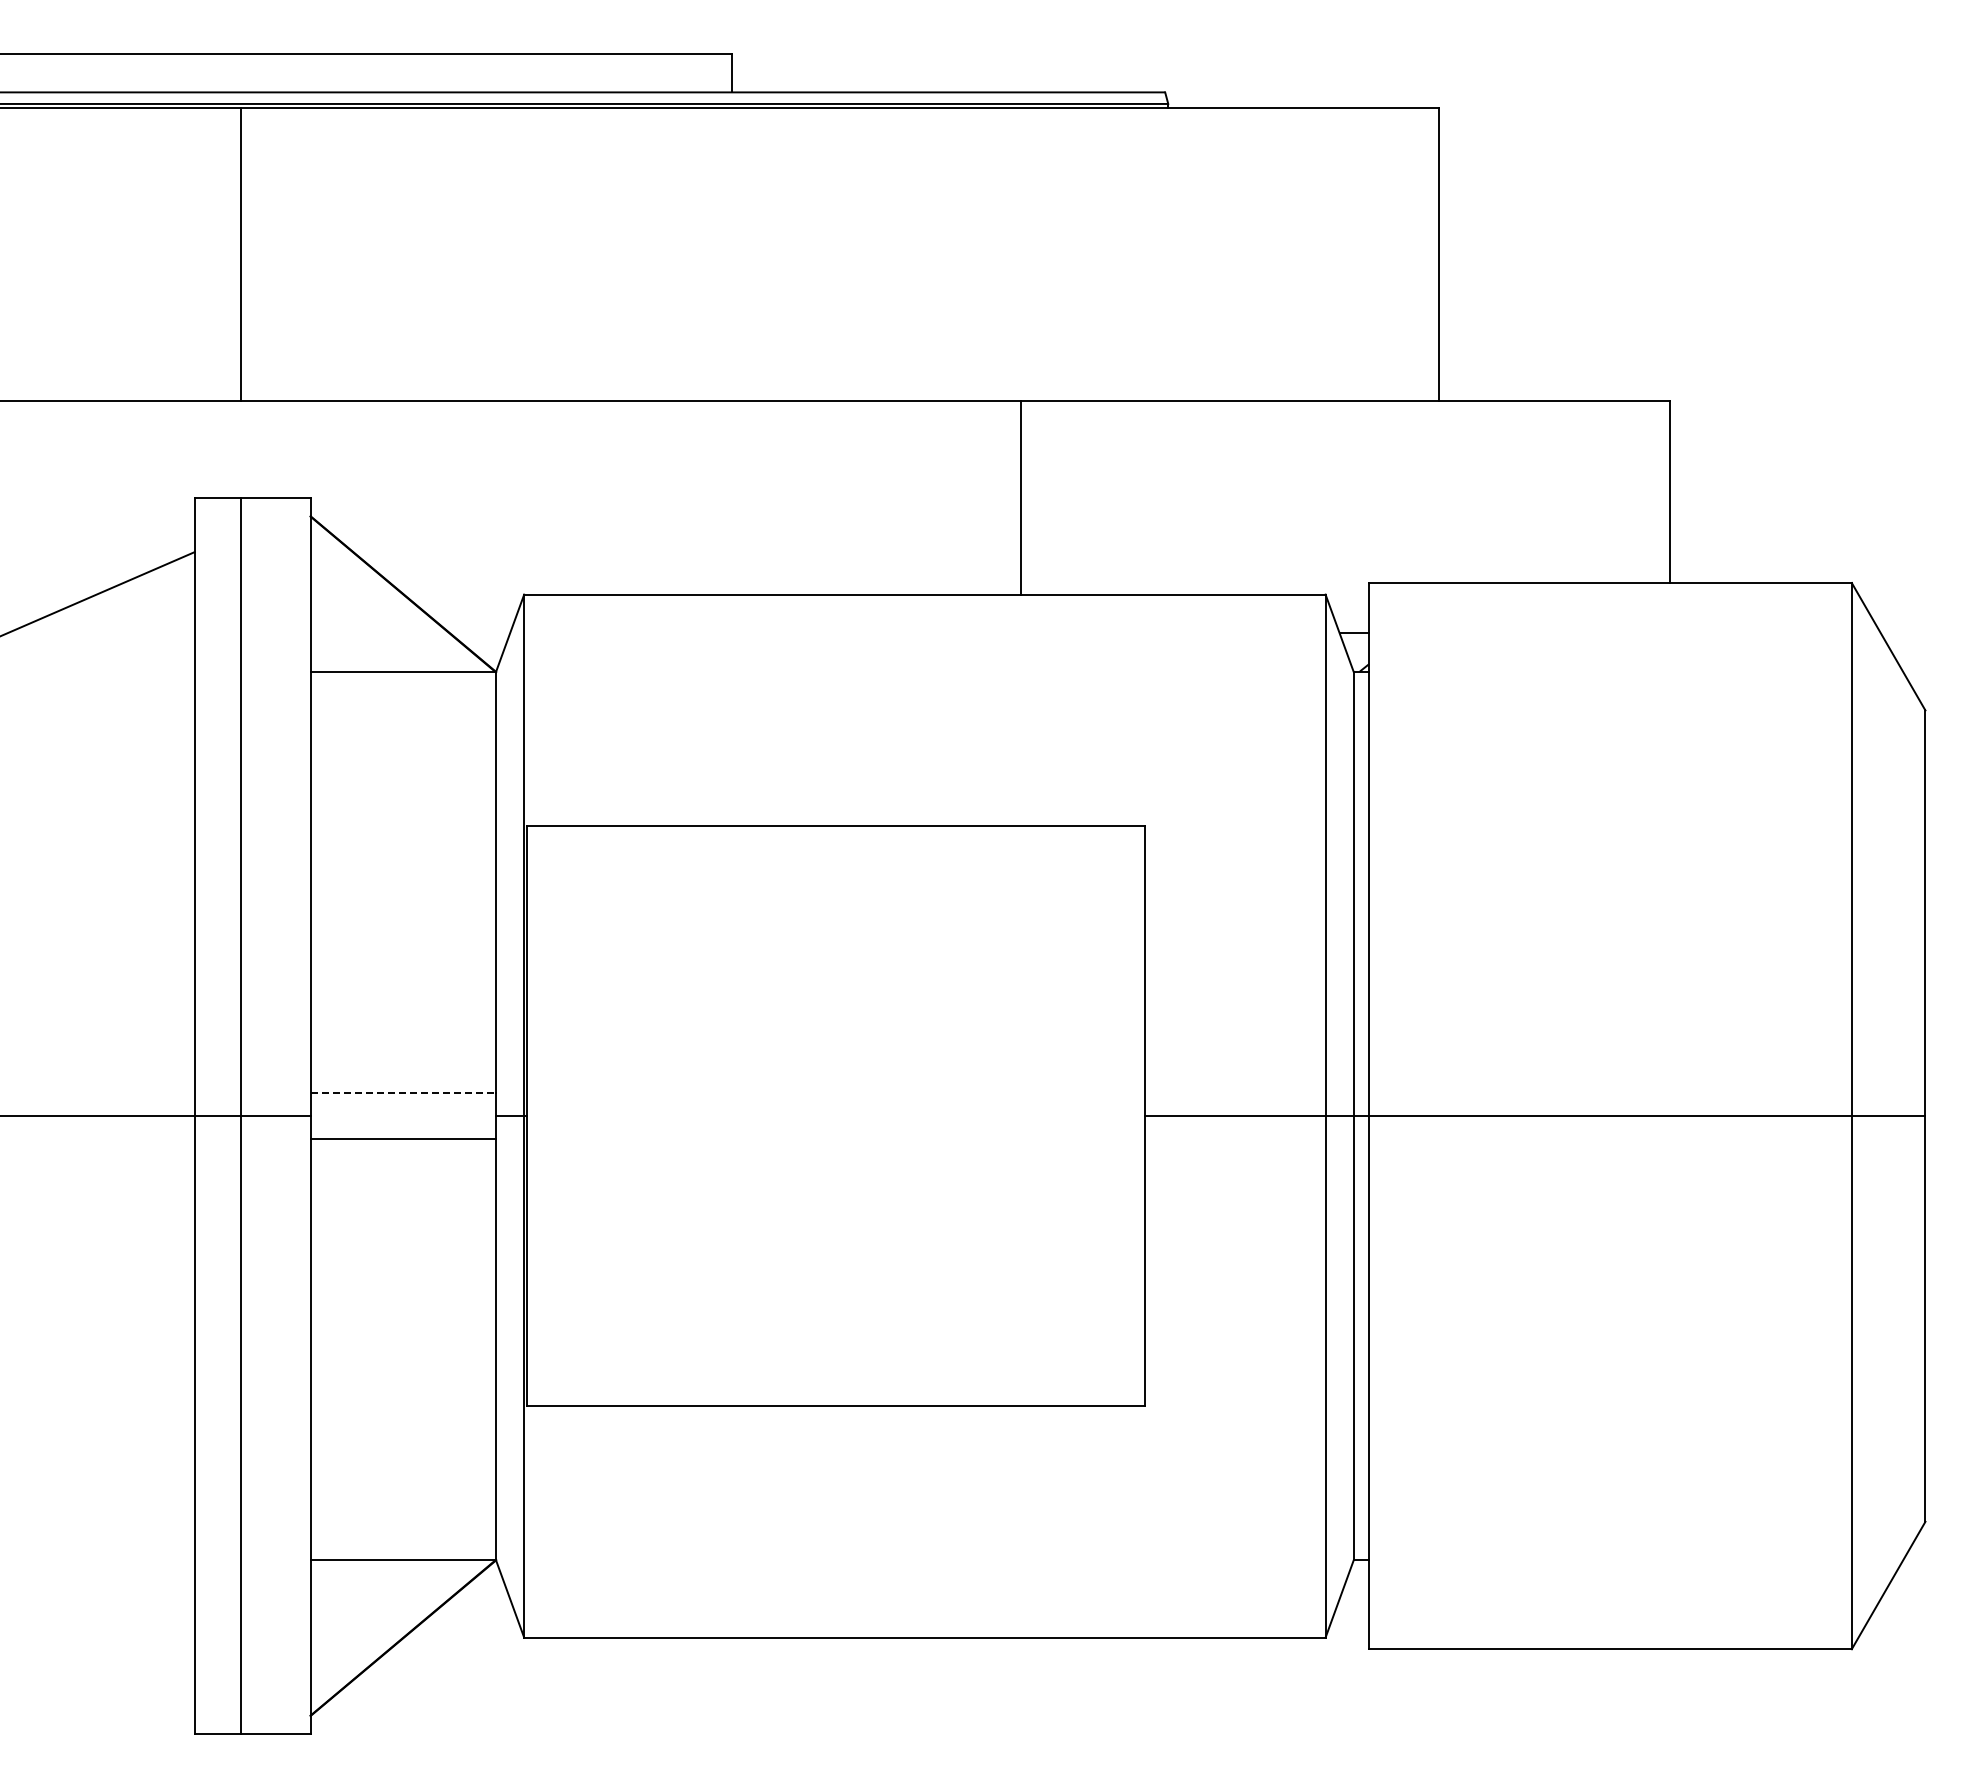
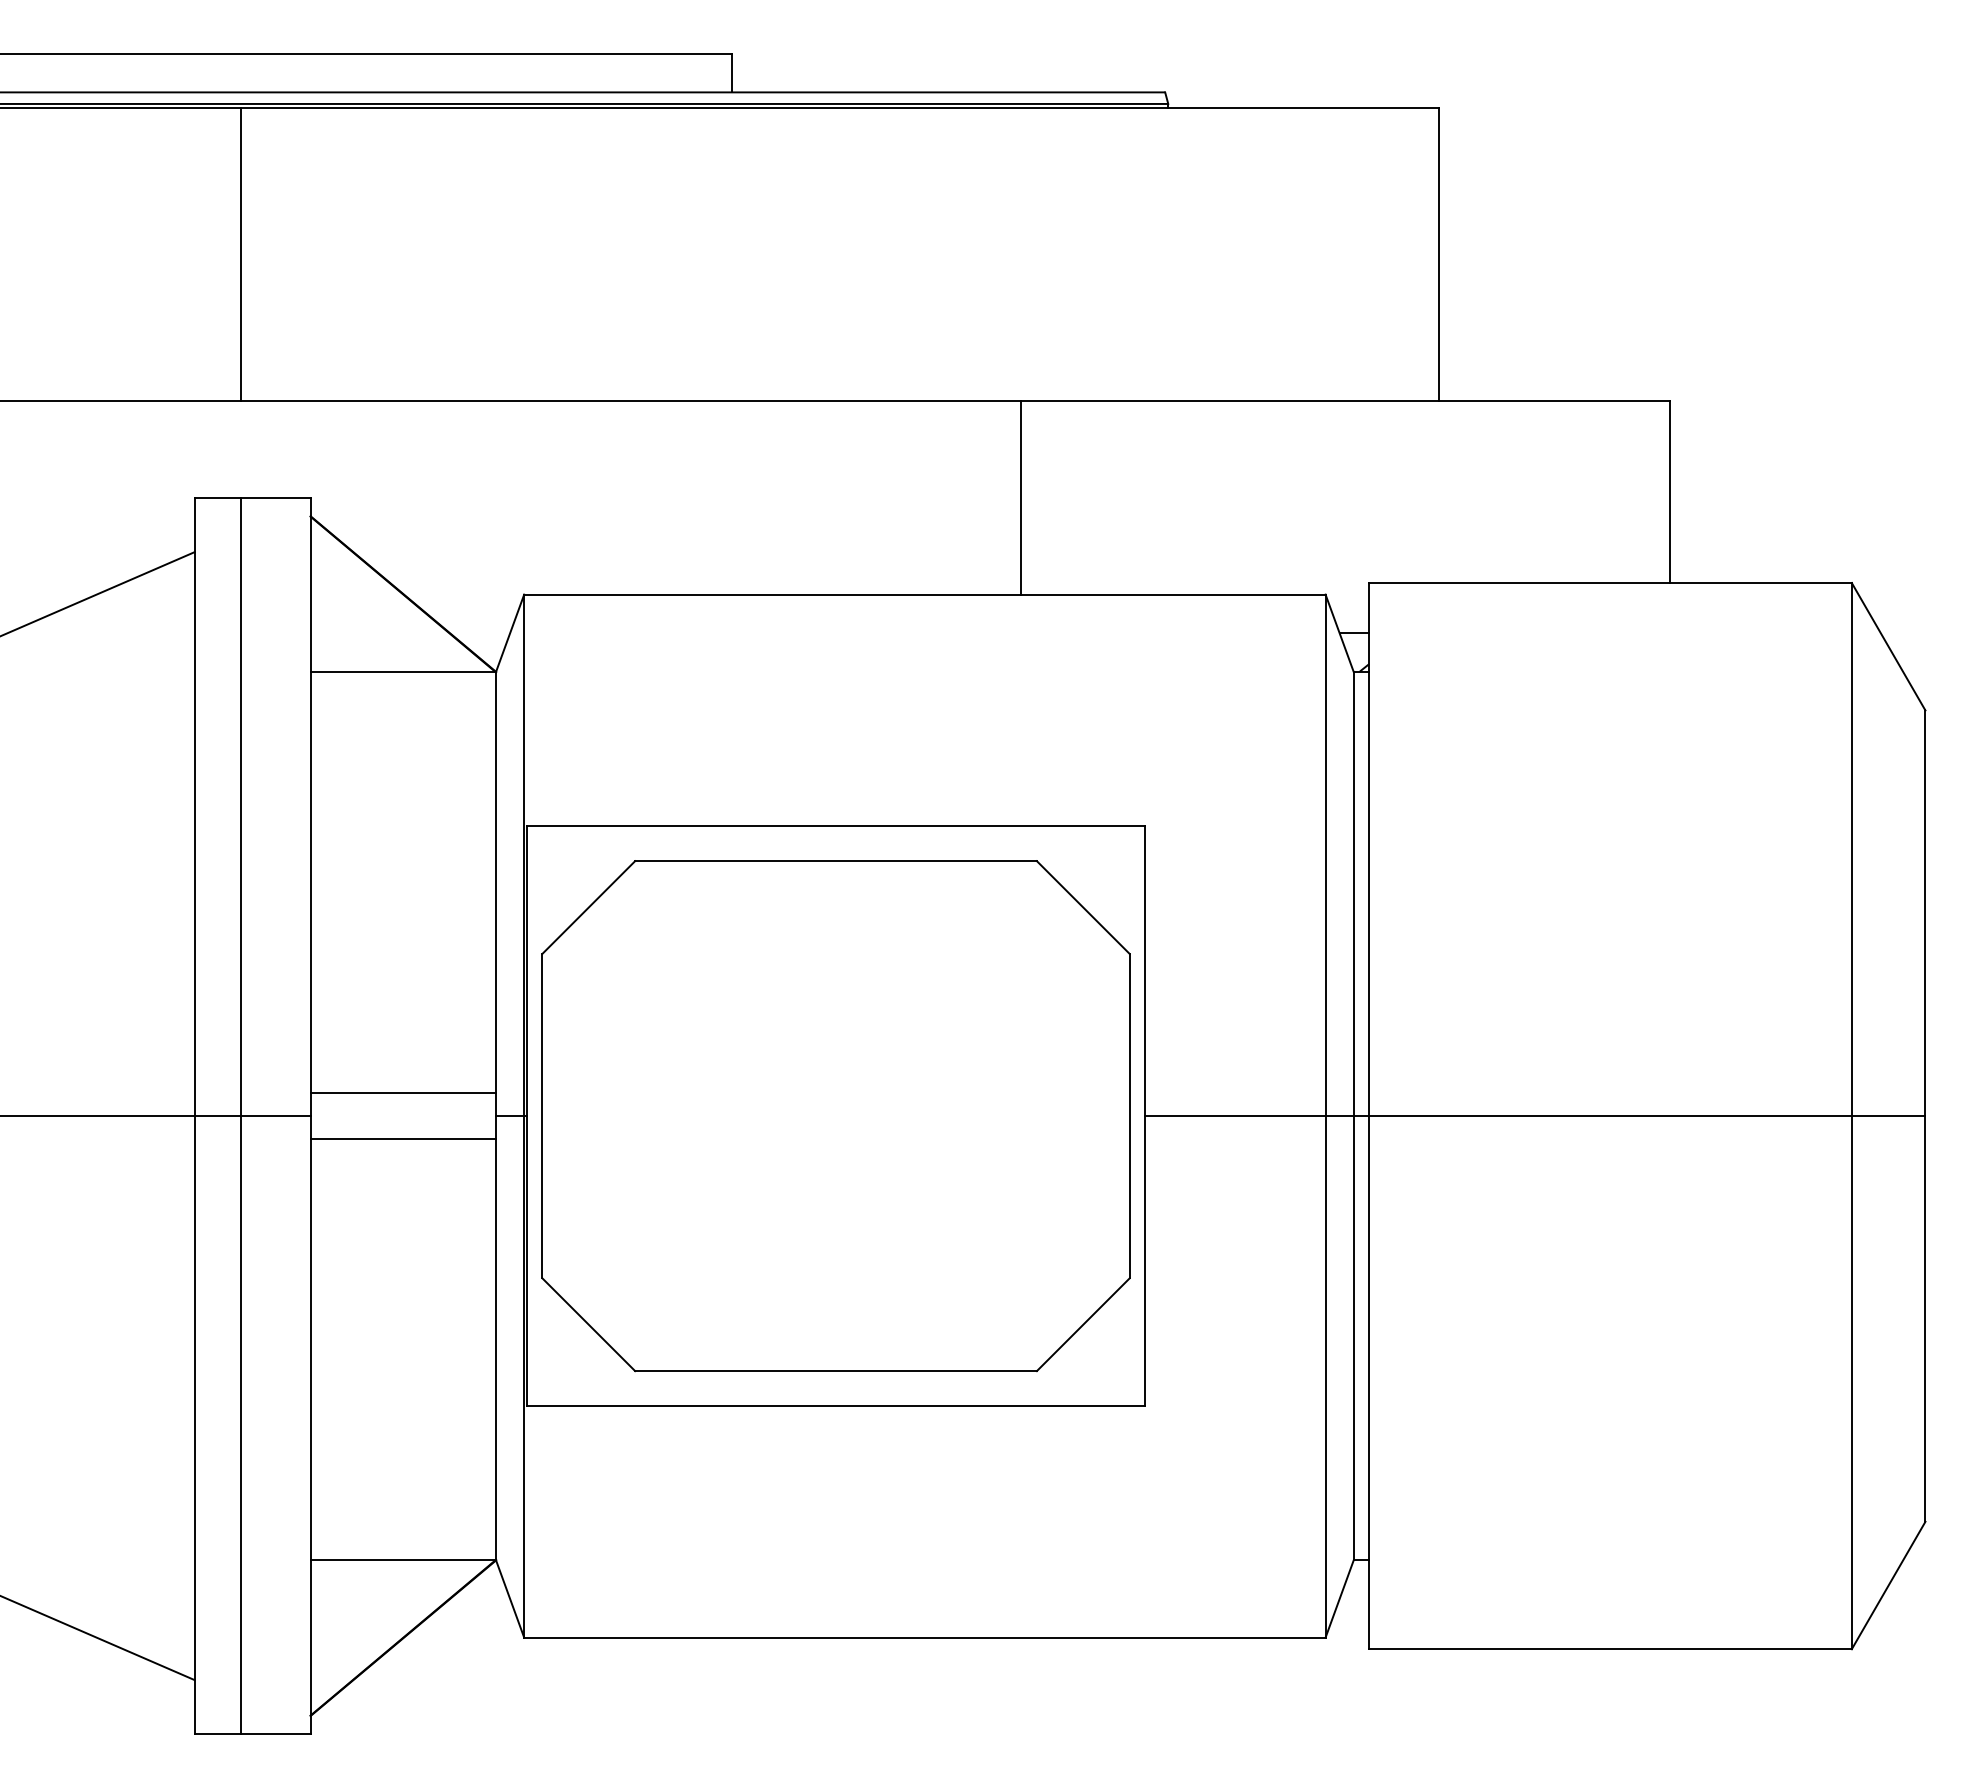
line at (403, 1092): dashed -> solid
part at (835, 1116): none -> present
line at (98, 1638): none -> present
